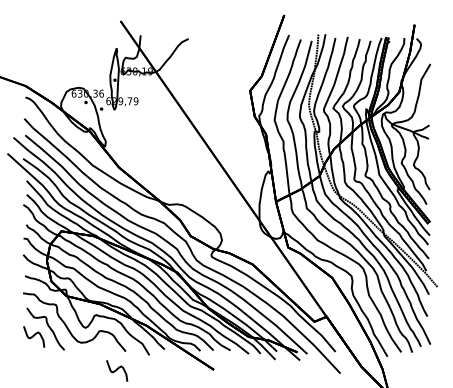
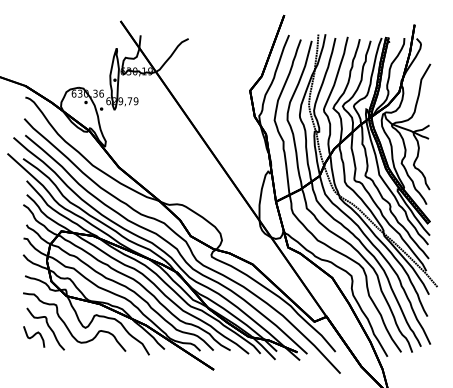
curve at (117, 370): present -> none
